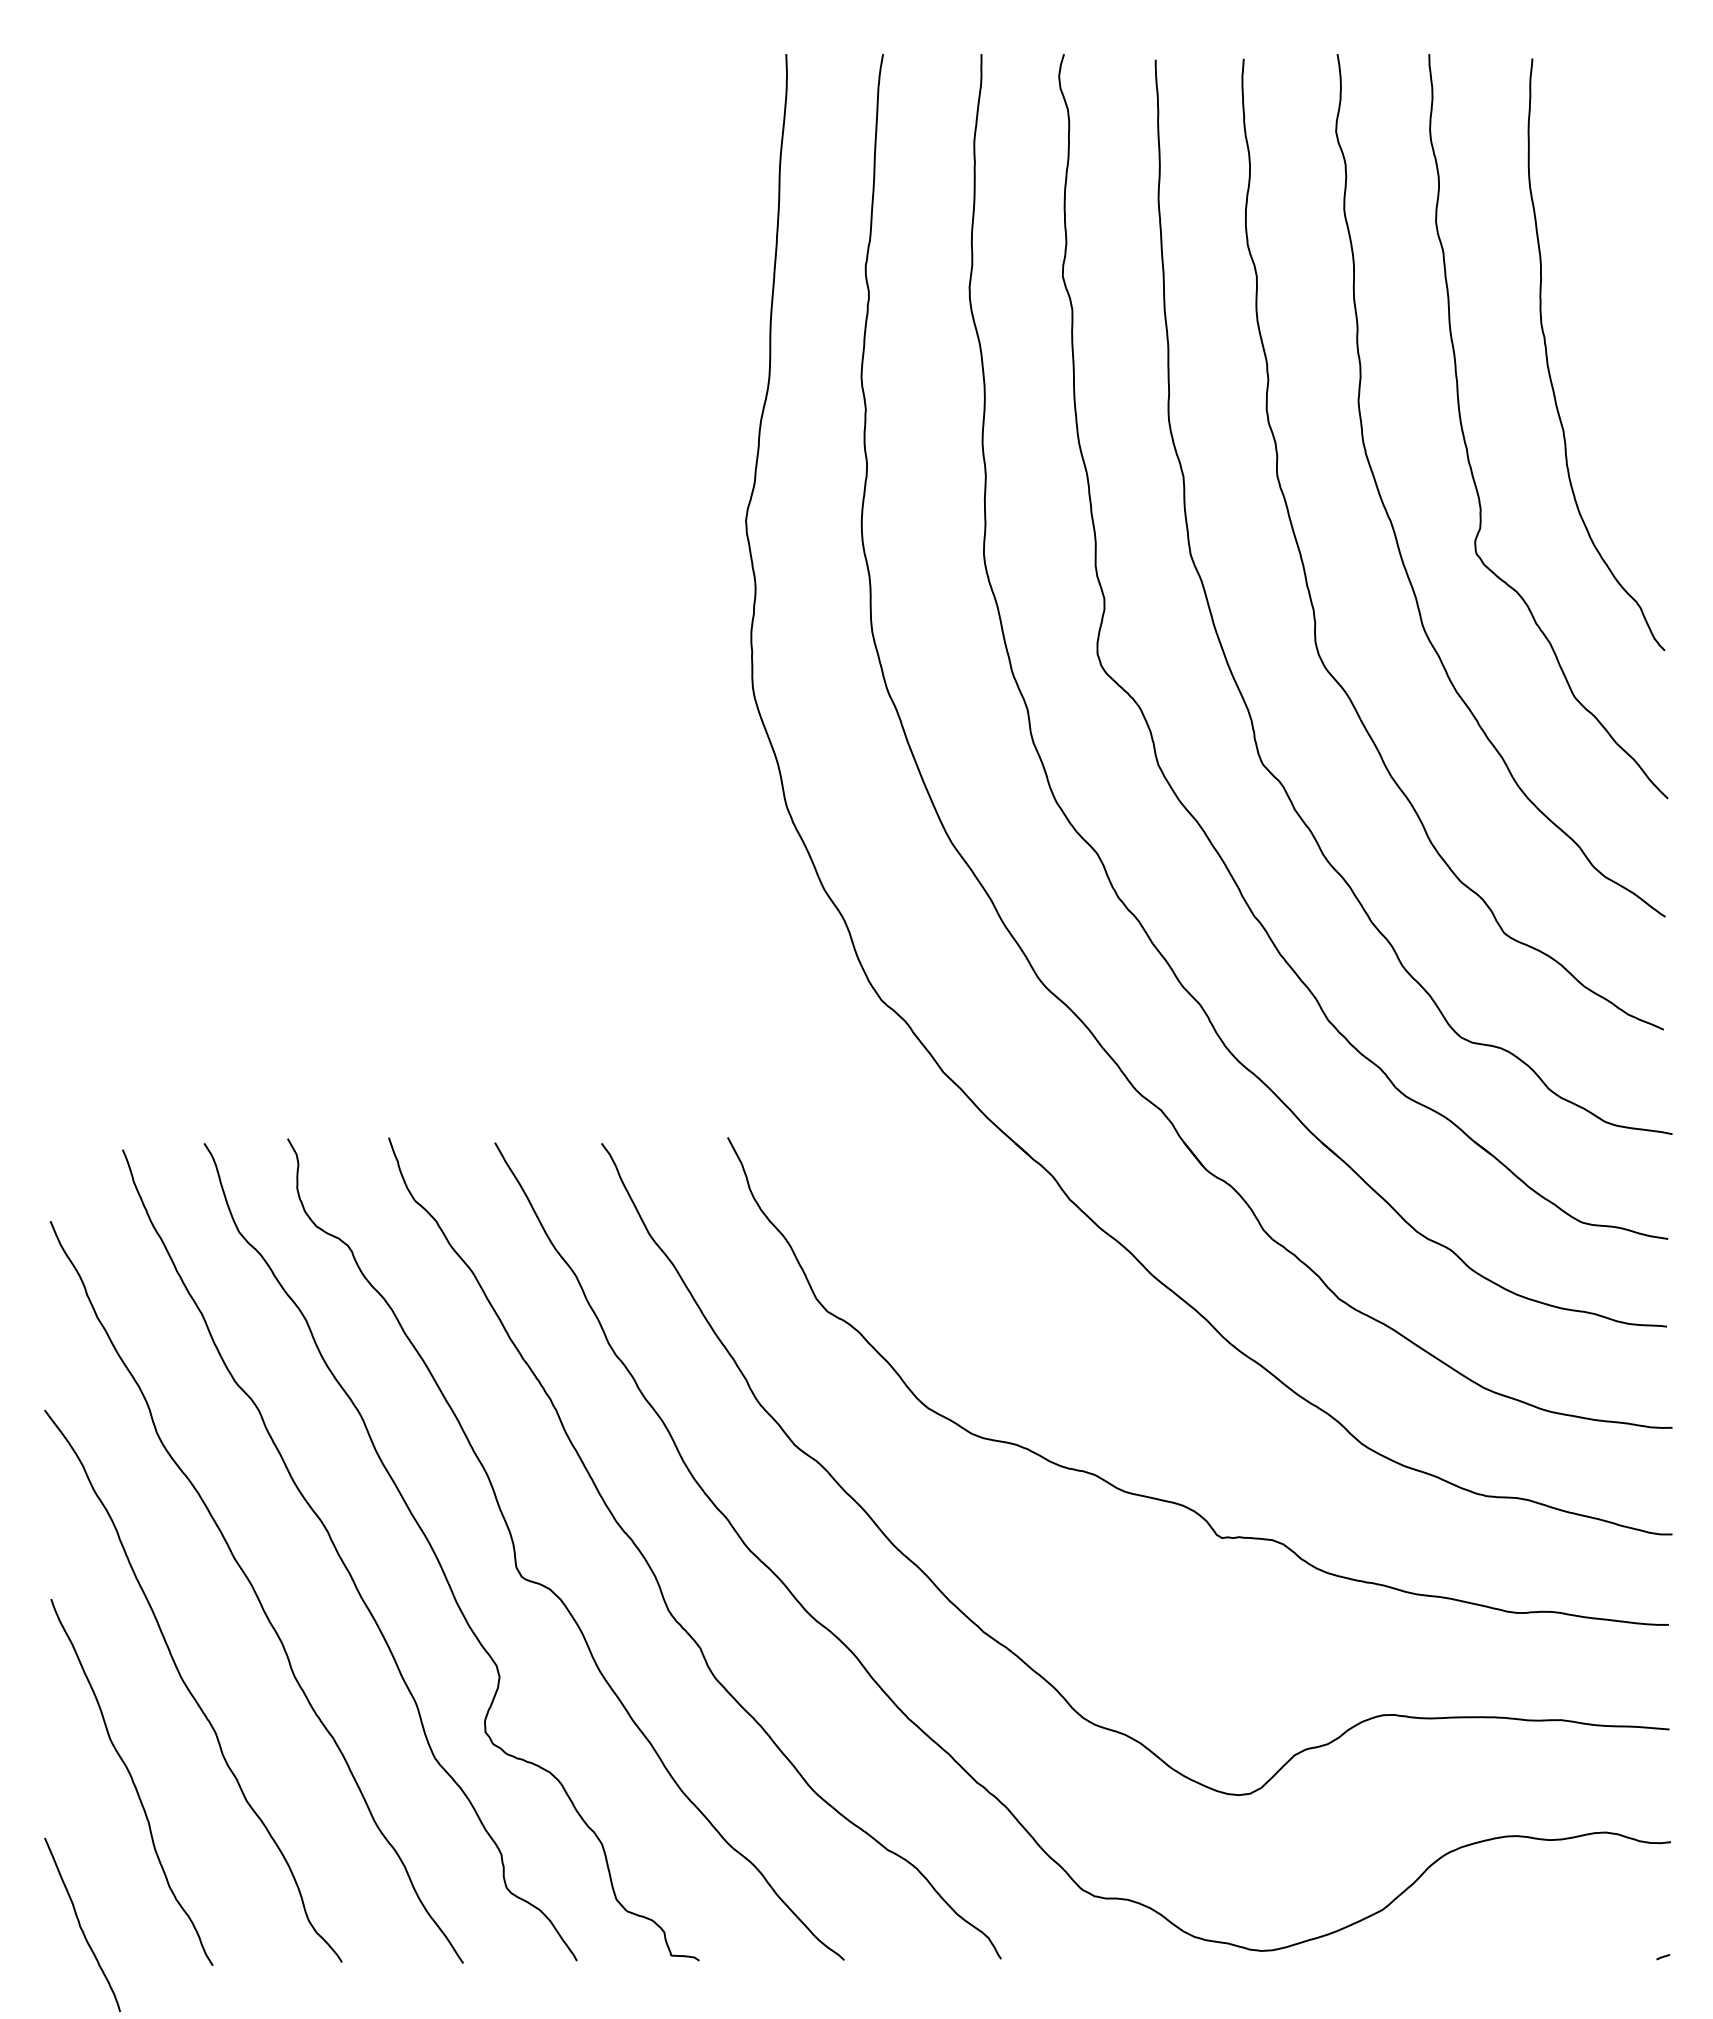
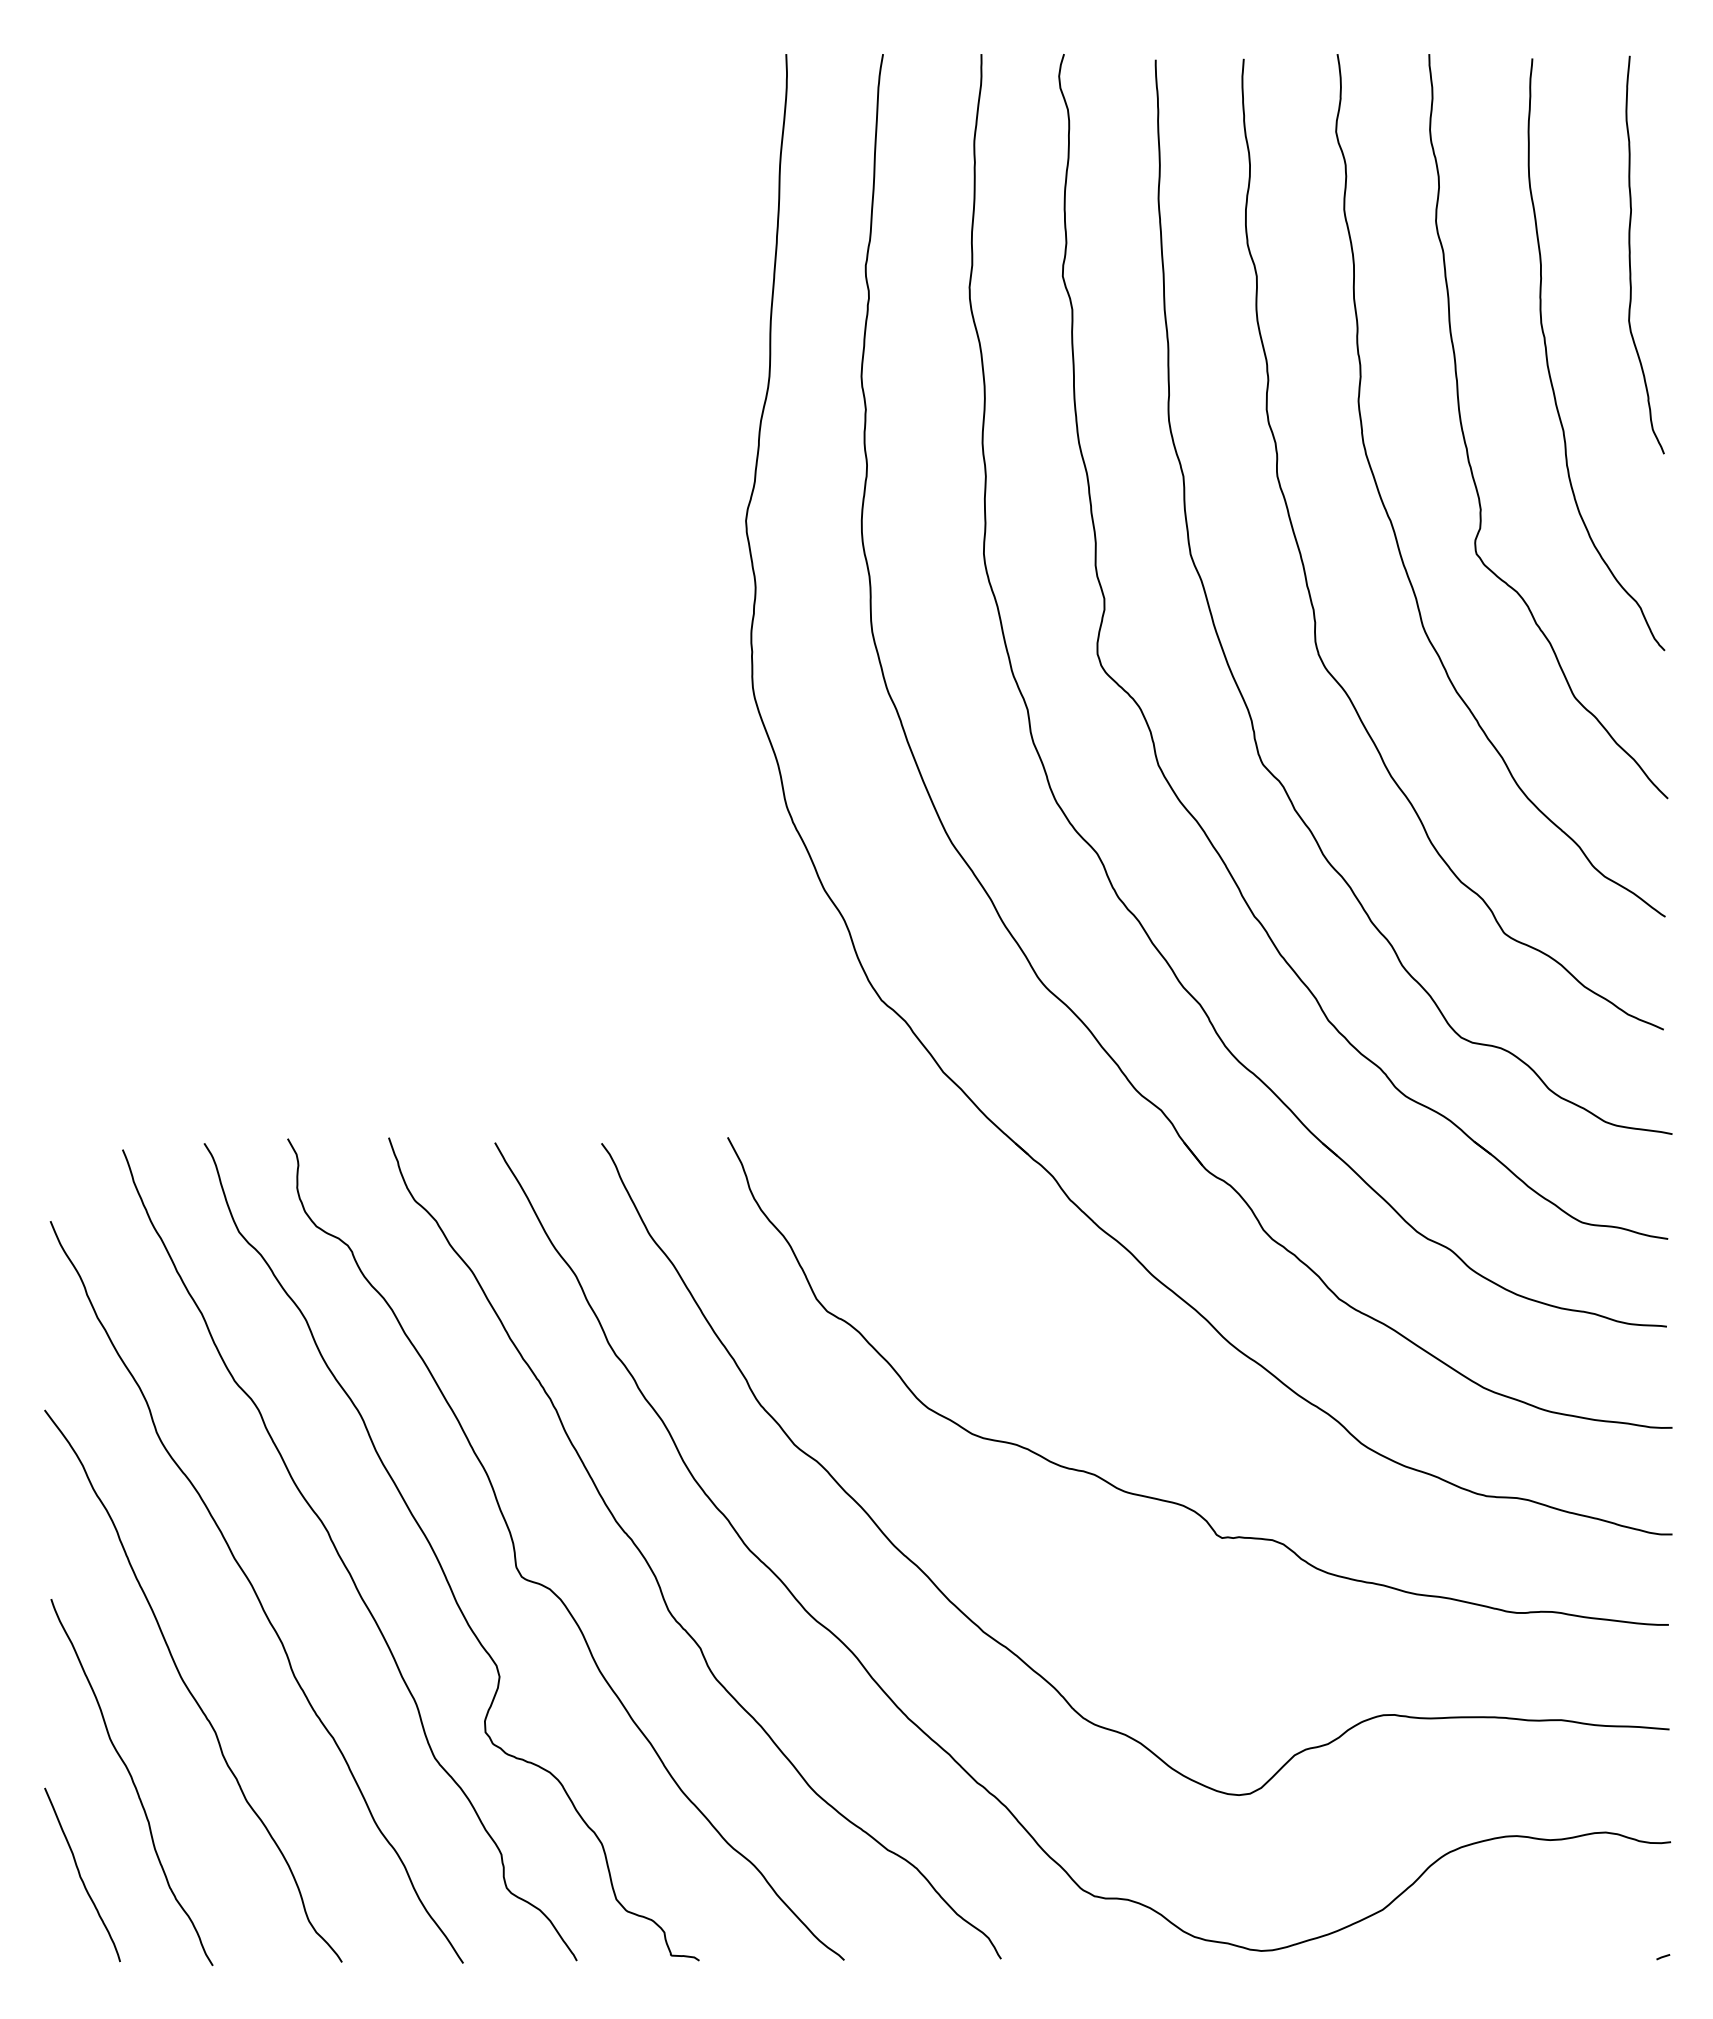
curve at (1630, 254): none -> present
curve at (80, 1924) position: (80, 1924) -> (80, 1874)
